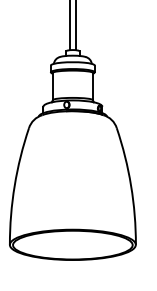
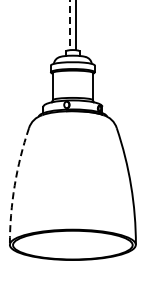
line at (70, 25): solid -> dashed
arc at (14, 185): solid -> dashed
